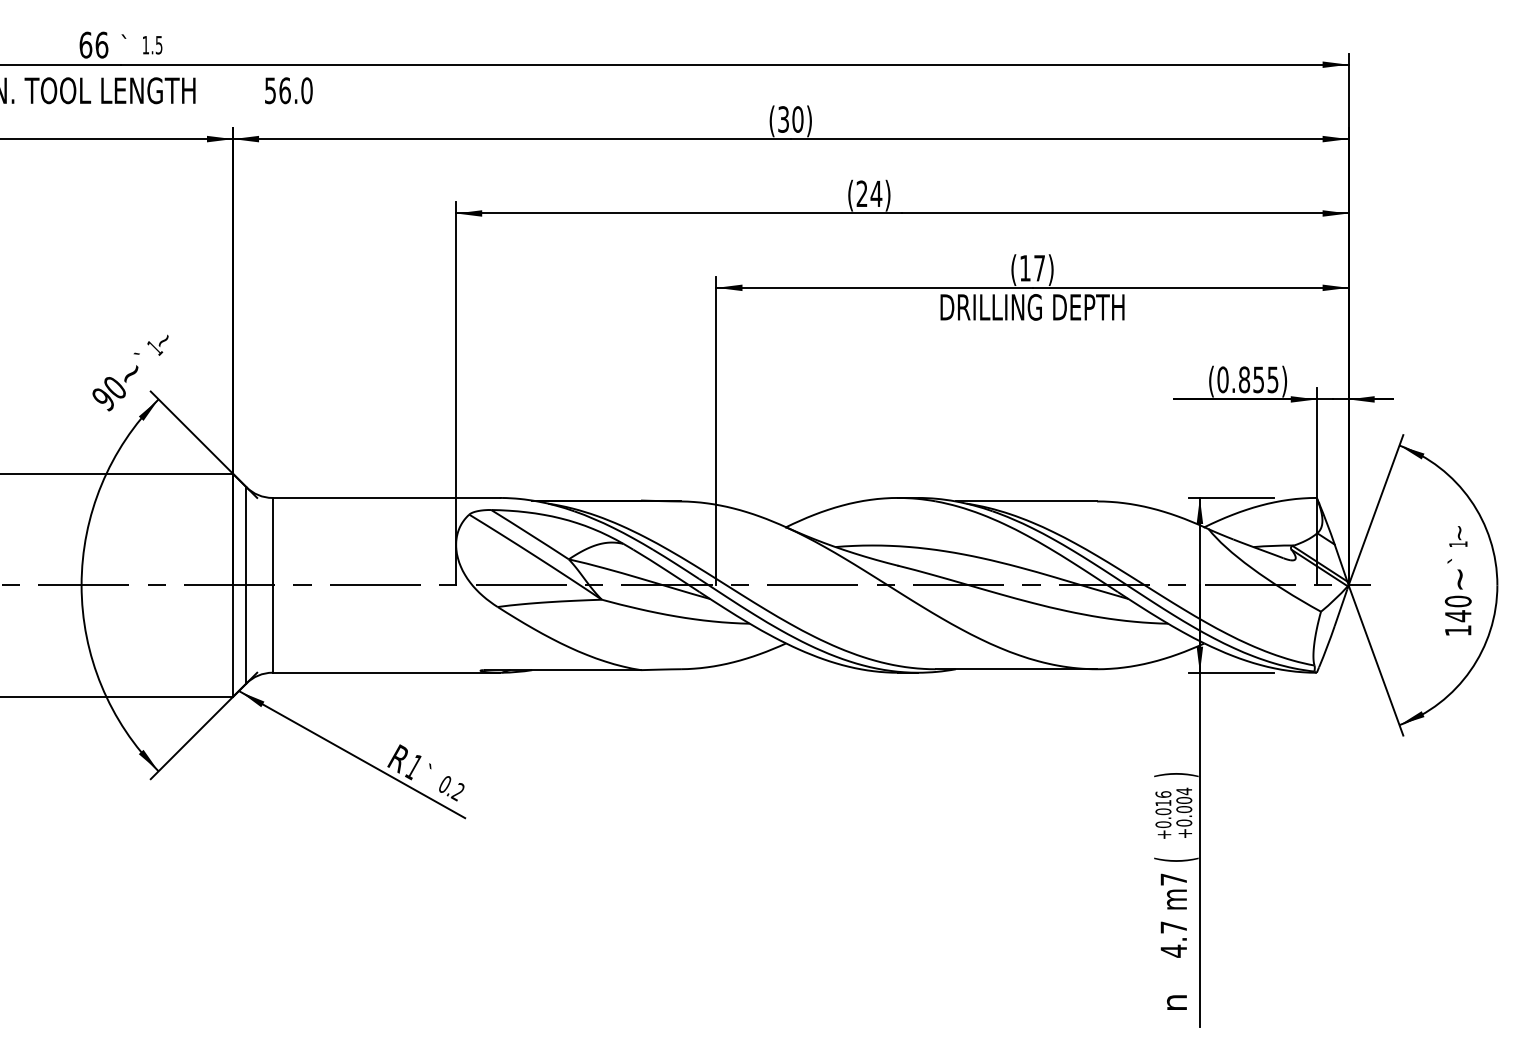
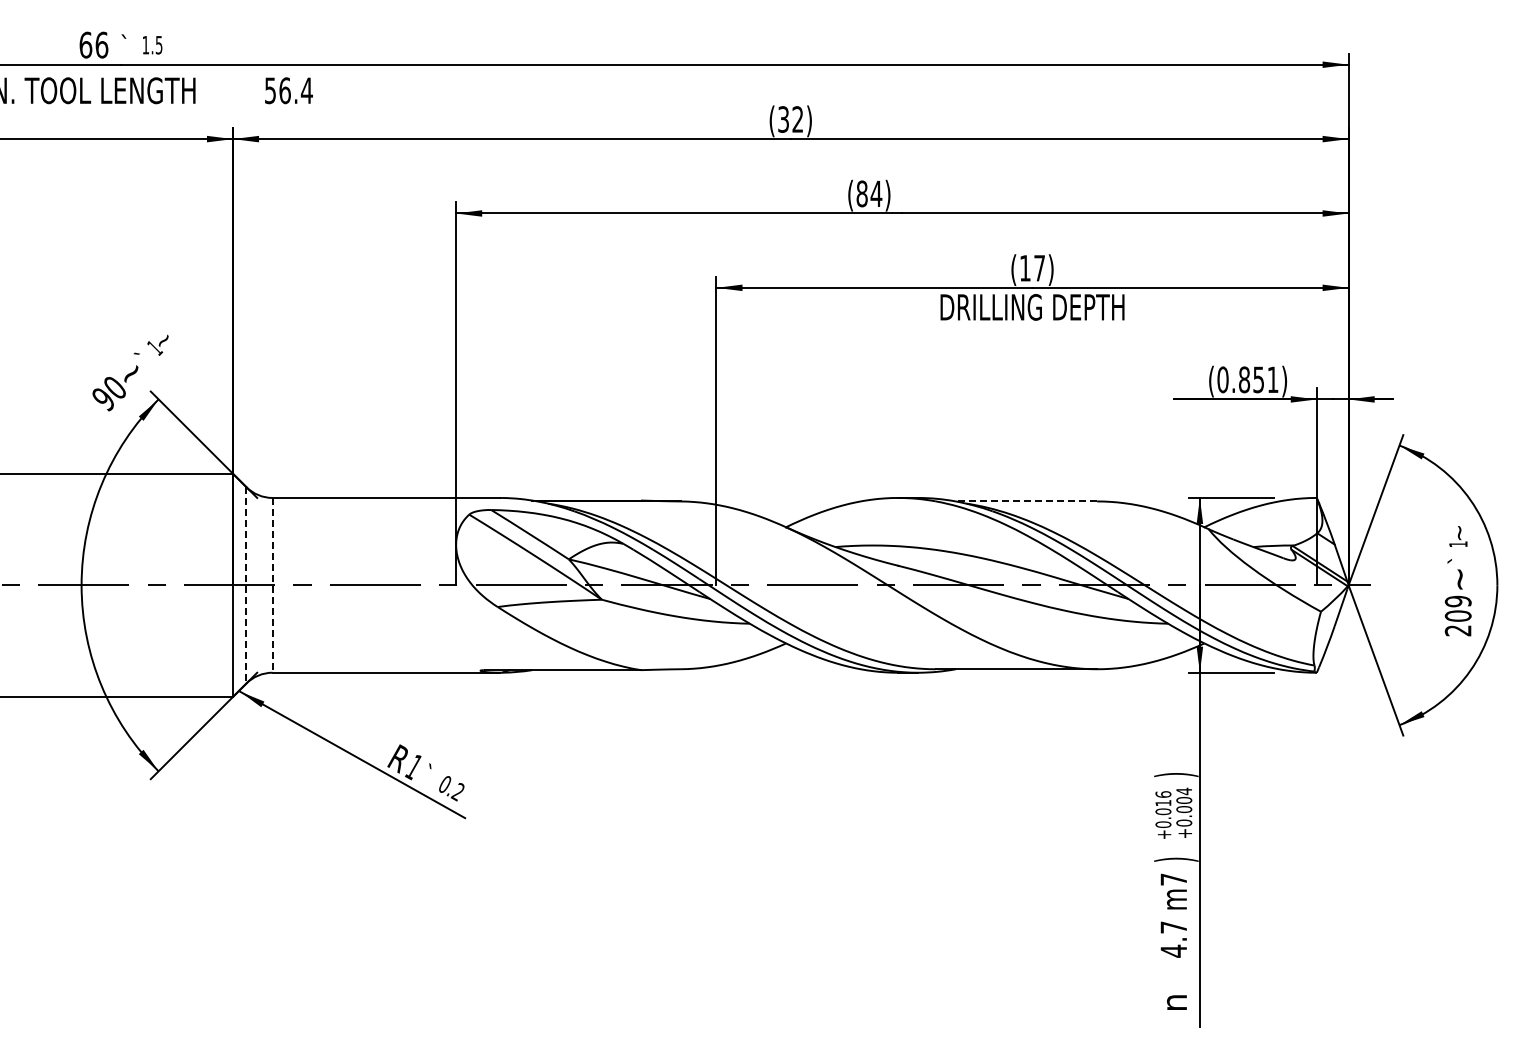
text at (306, 90): 56.0 -> 56.4
text at (797, 119): (30) -> (32)
text at (861, 193): (24) -> (84)
text at (1272, 379): (0.855) -> (0.851)
line at (1026, 501): solid -> dashed
line at (246, 585): solid -> dashed
line at (272, 585): solid -> dashed
text at (1457, 615): 140 -> 209
text at (1176, 859): ( -> )
